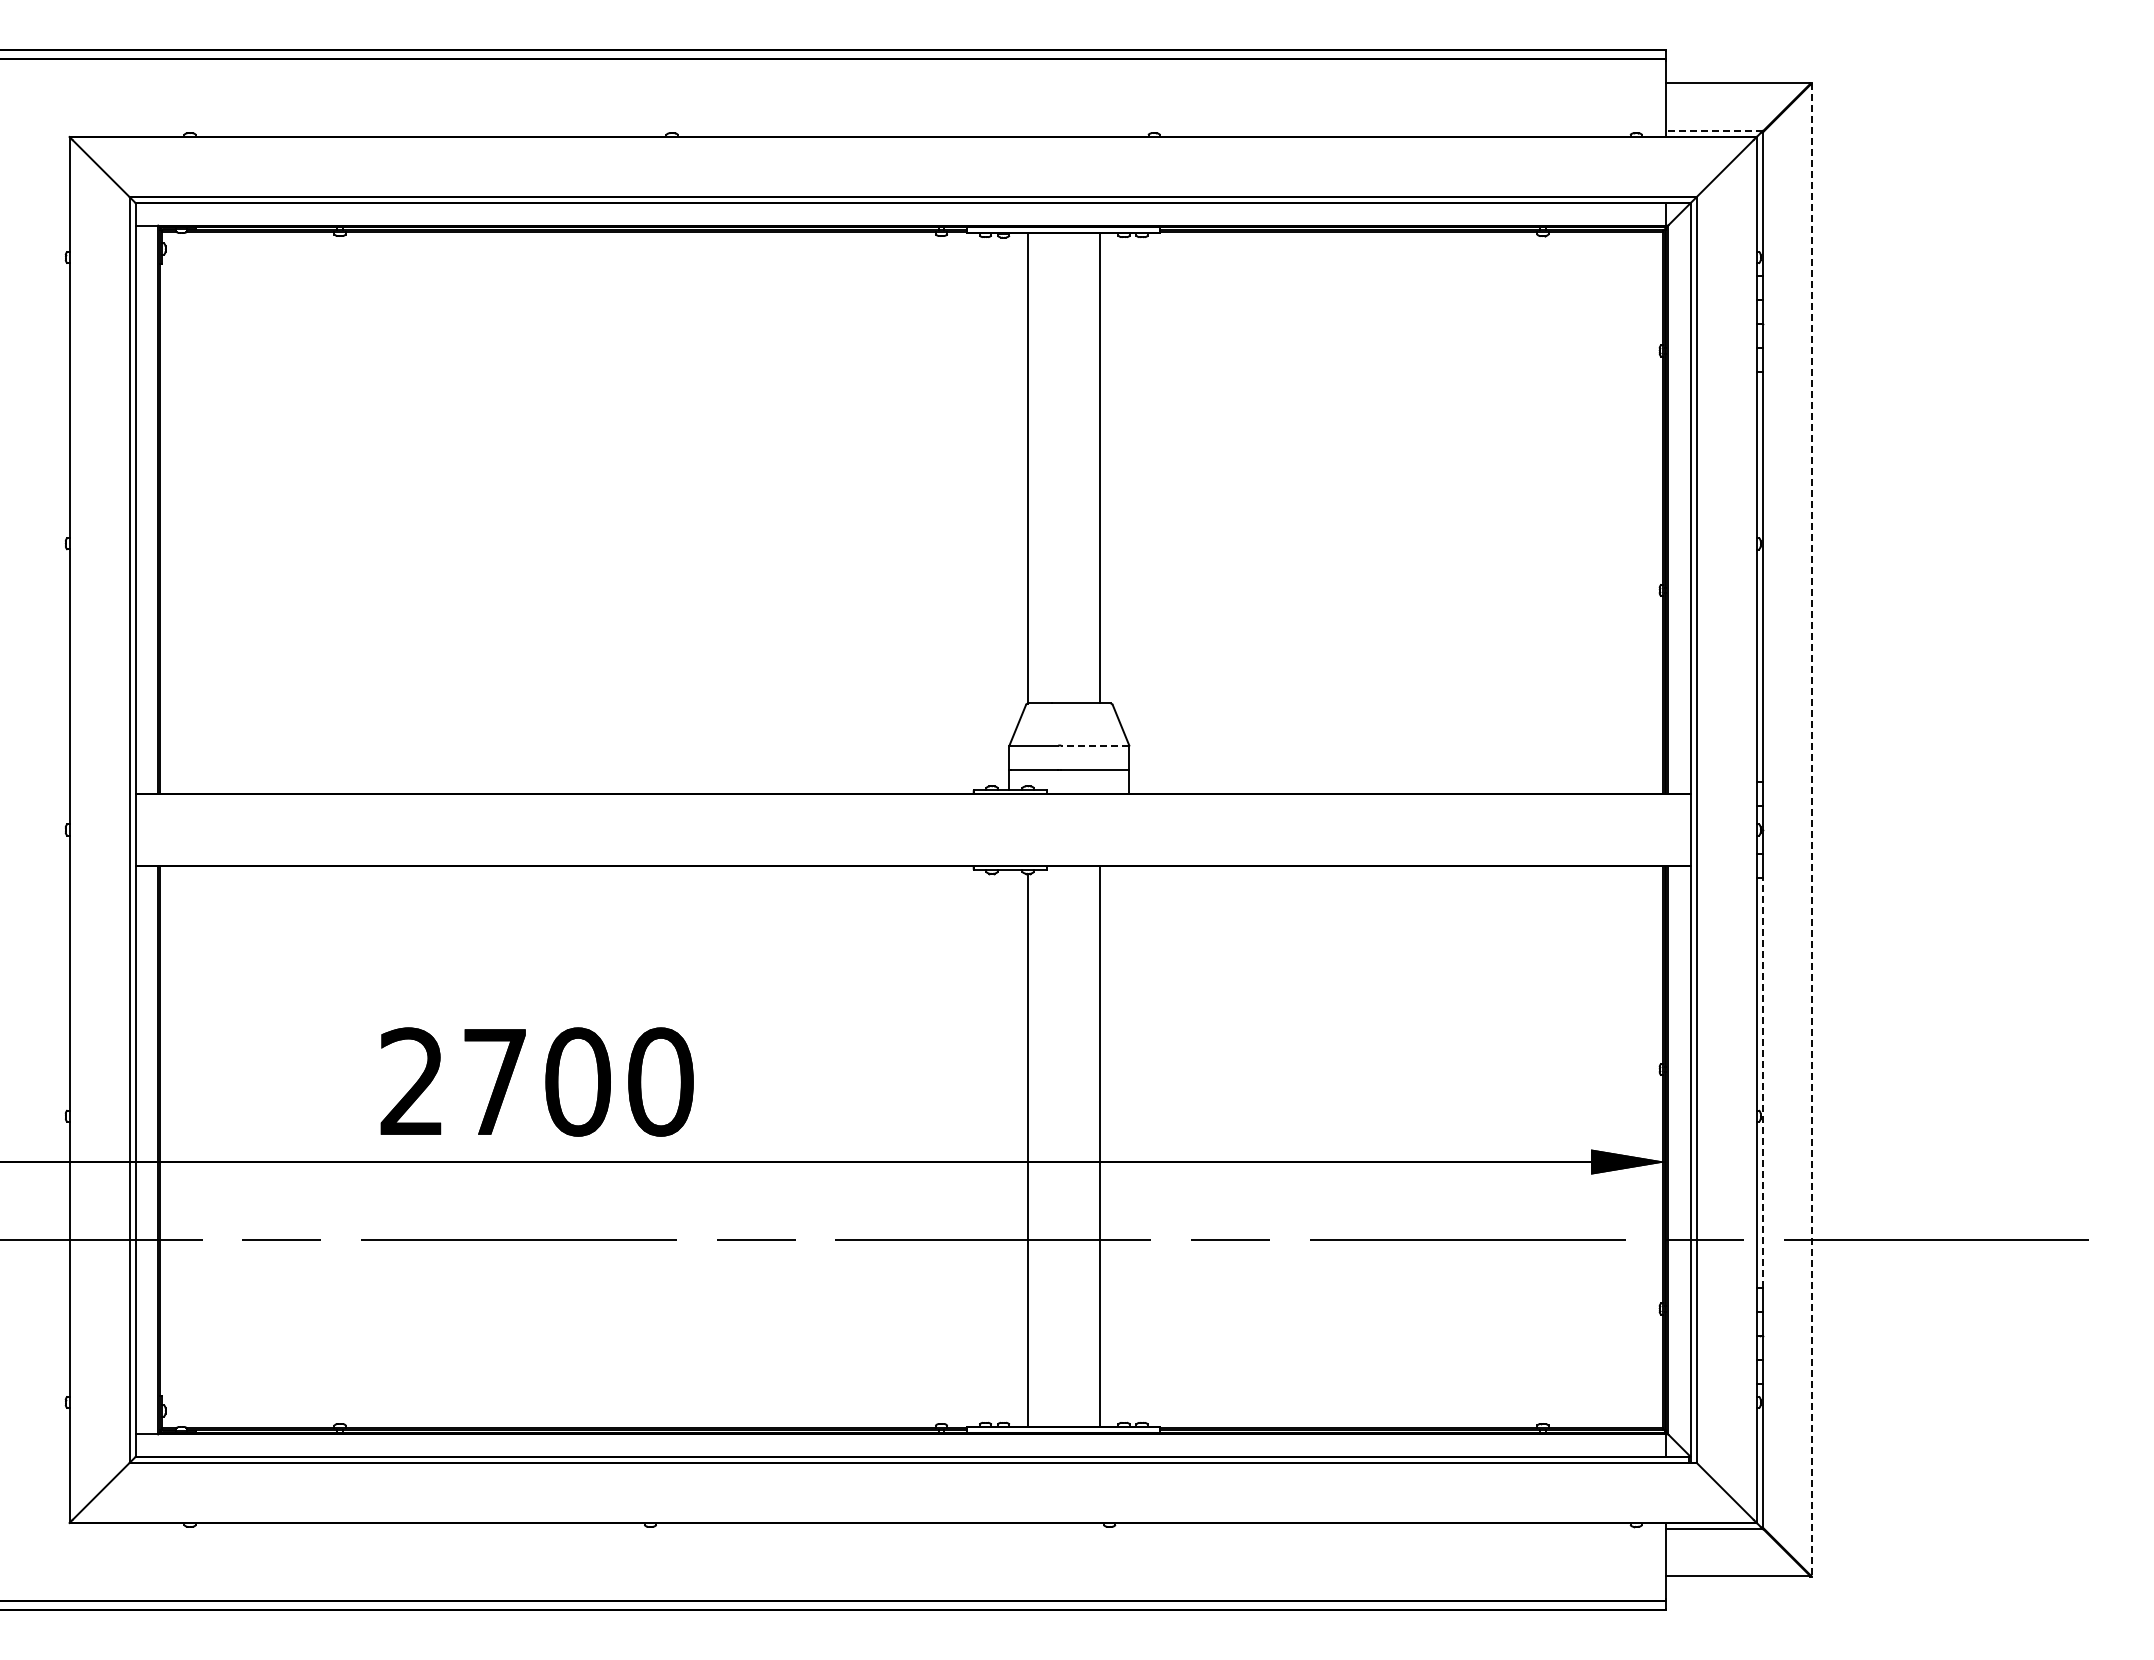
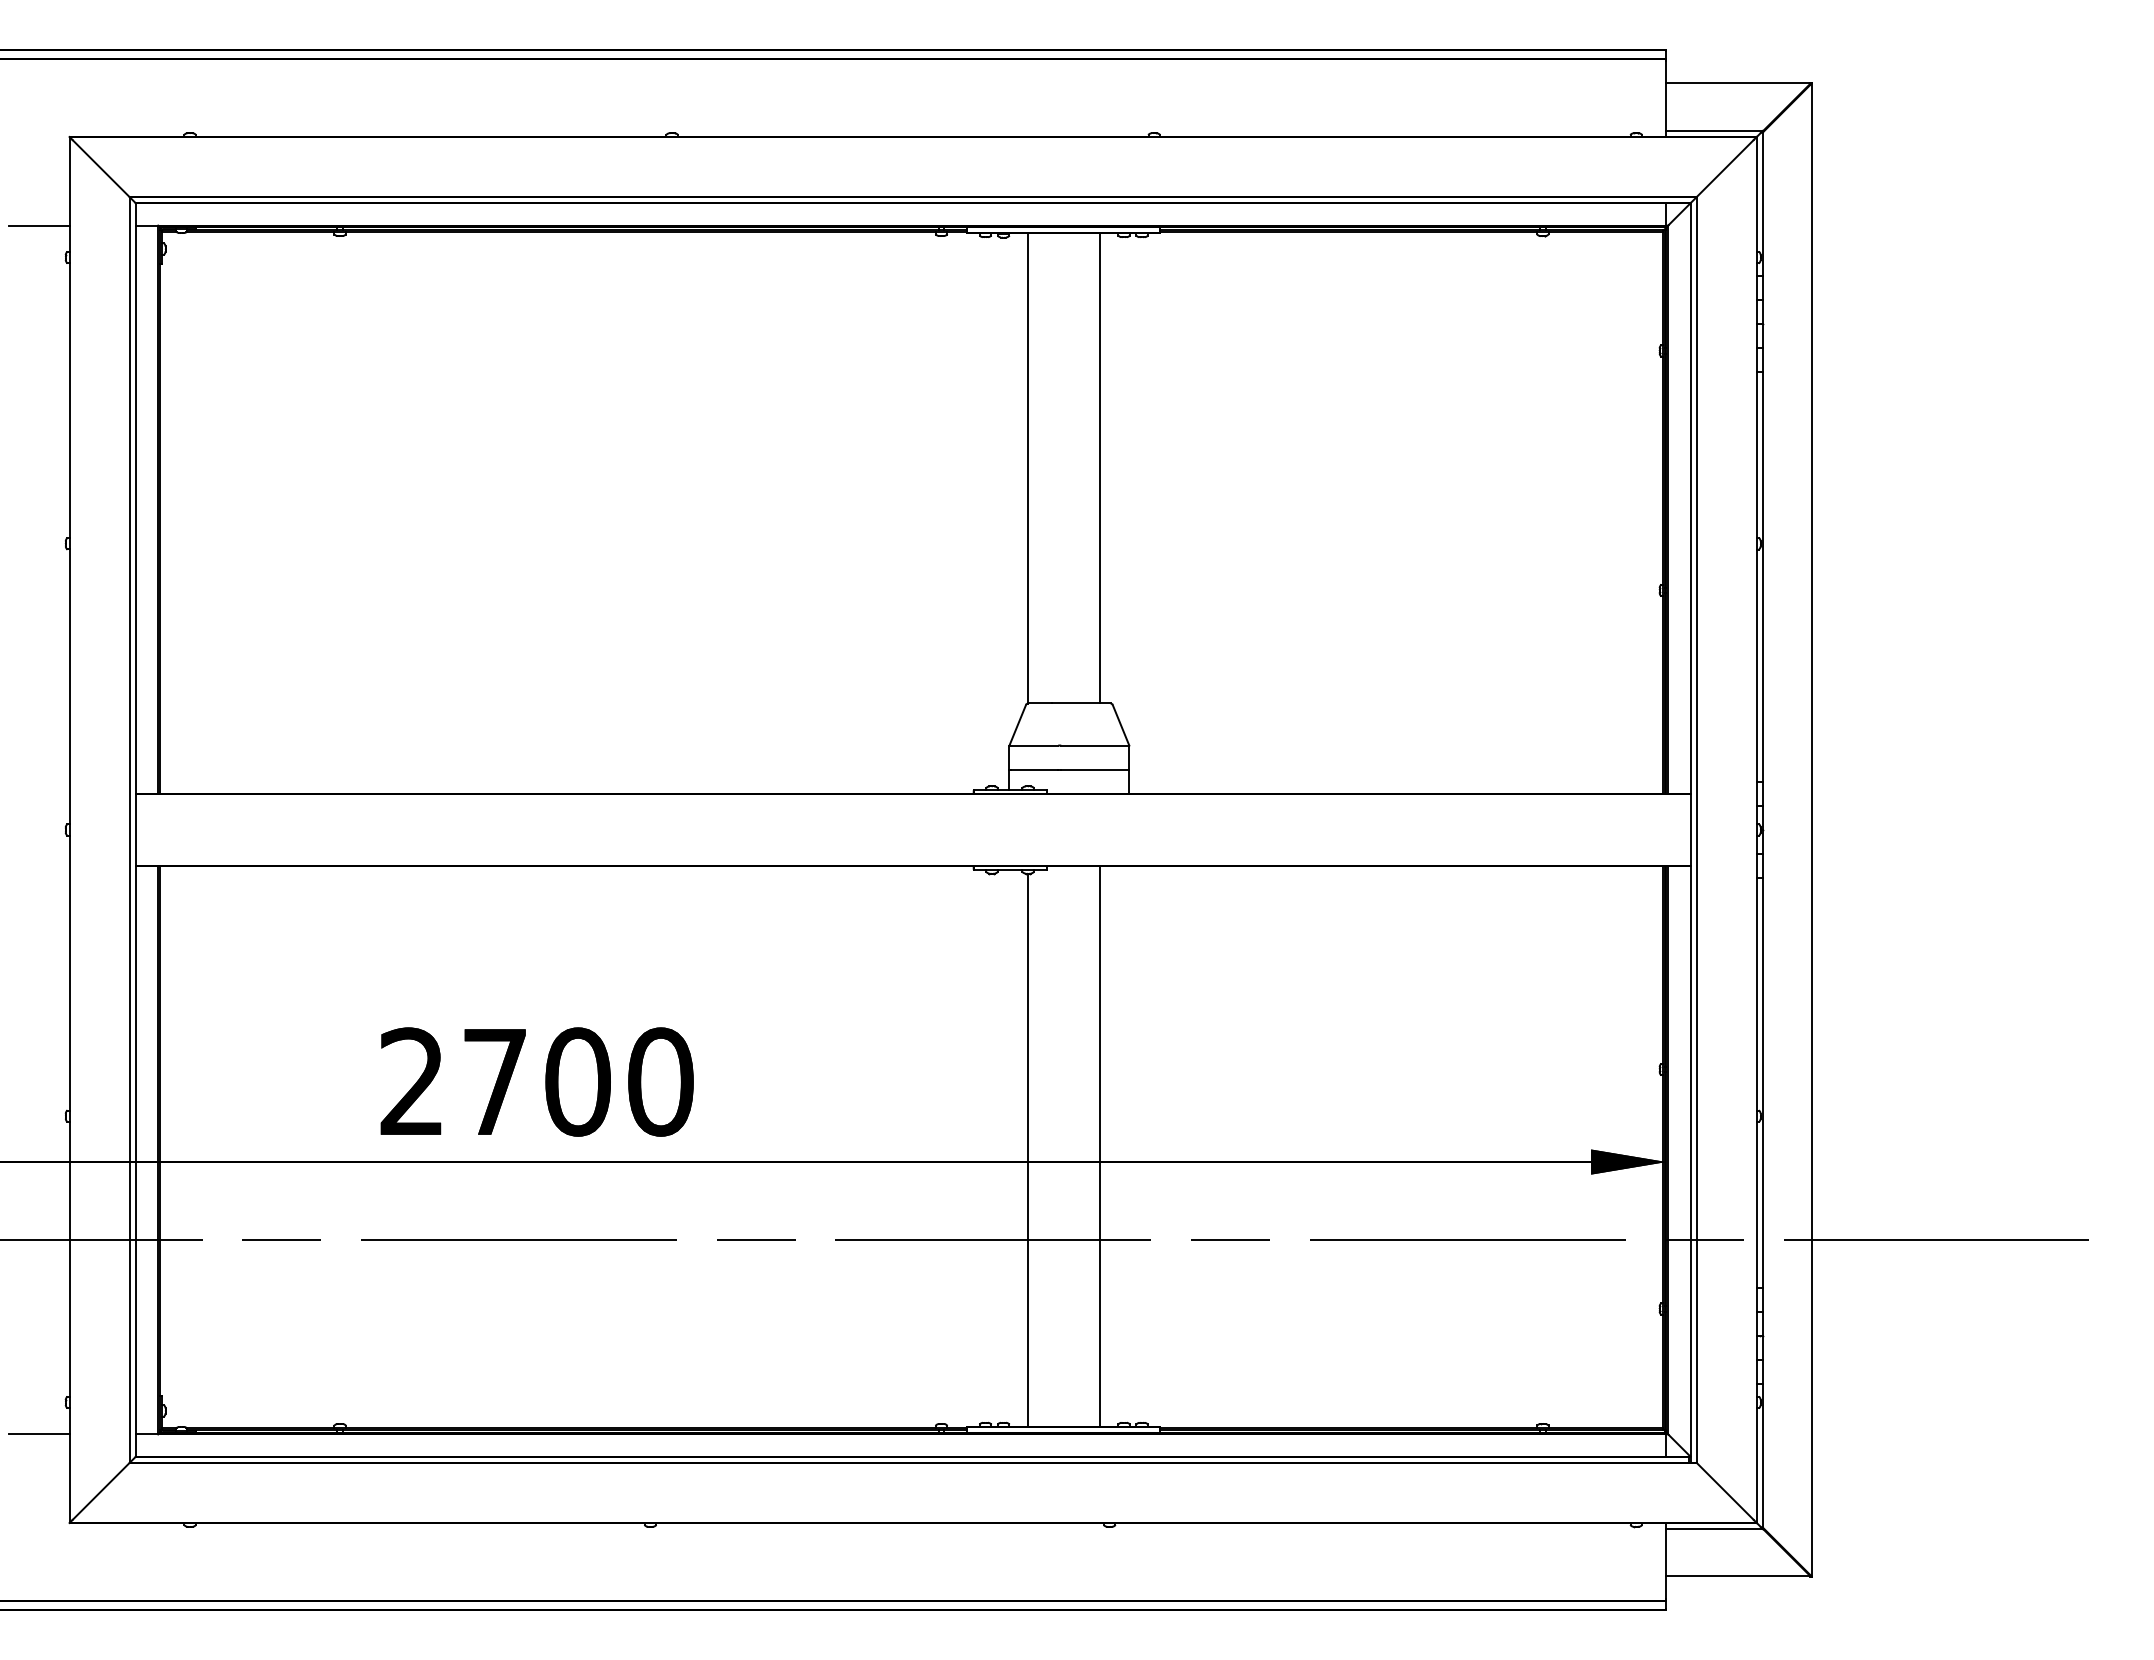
line at (1714, 130): dashed -> solid
line at (39, 225): none -> present
line at (1095, 745): dashed -> solid
line at (1812, 830): dashed -> solid
line at (1762, 1083): dashed -> solid
line at (39, 1434): none -> present
